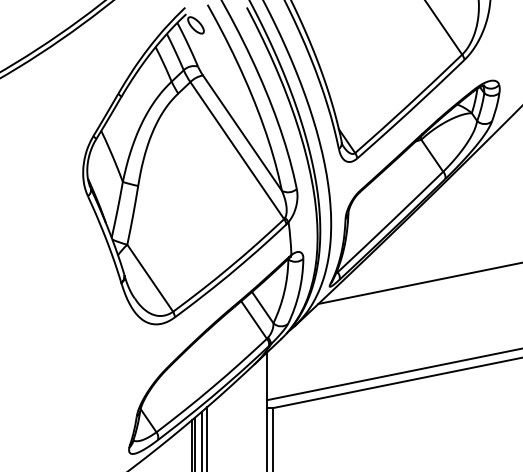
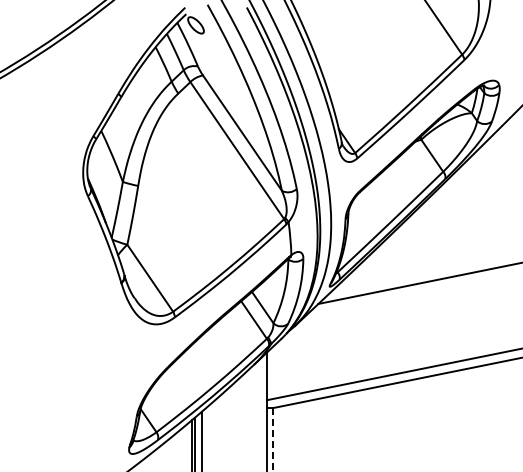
line at (206, 437): present -> none
line at (272, 440): solid -> dashed
